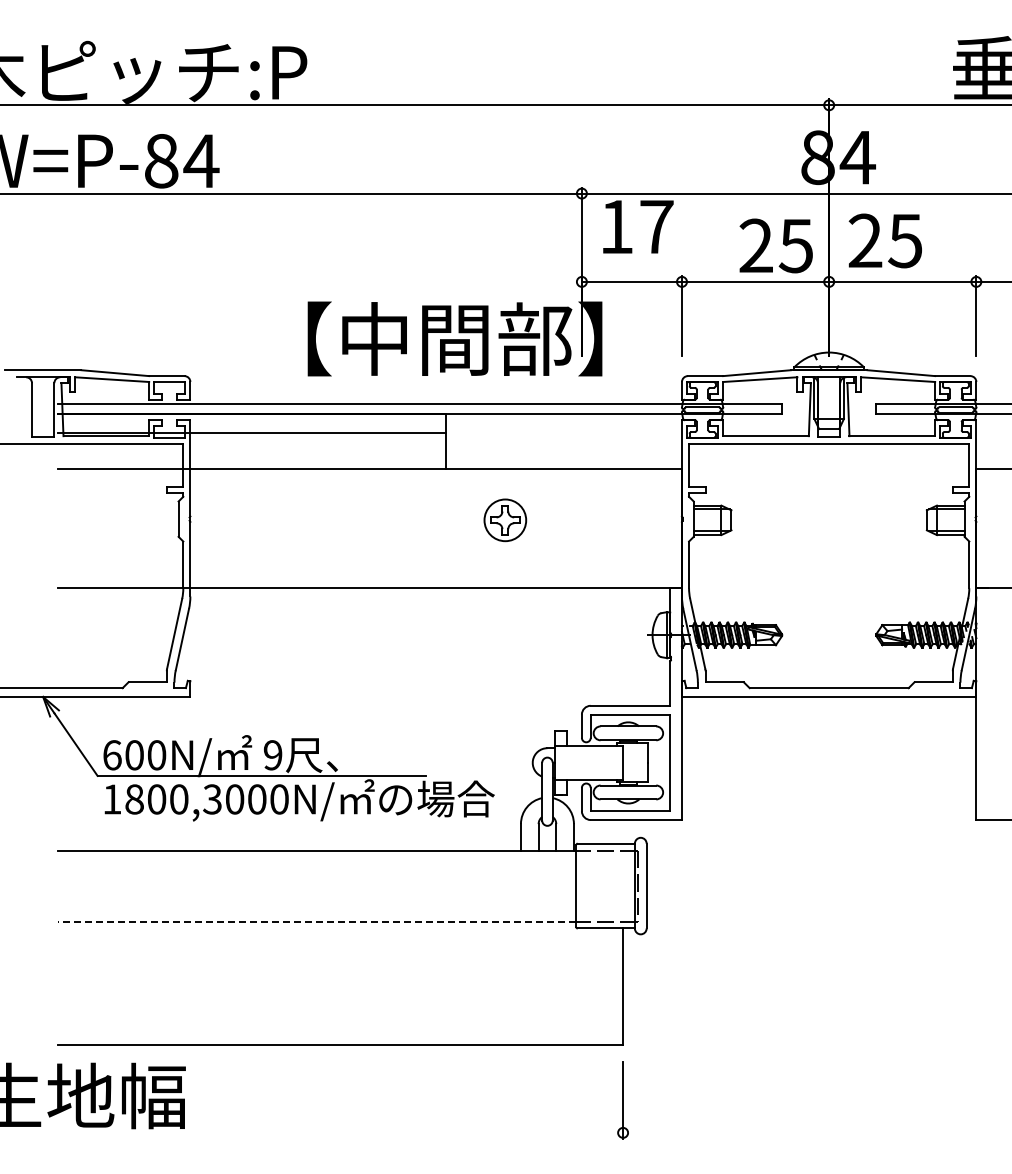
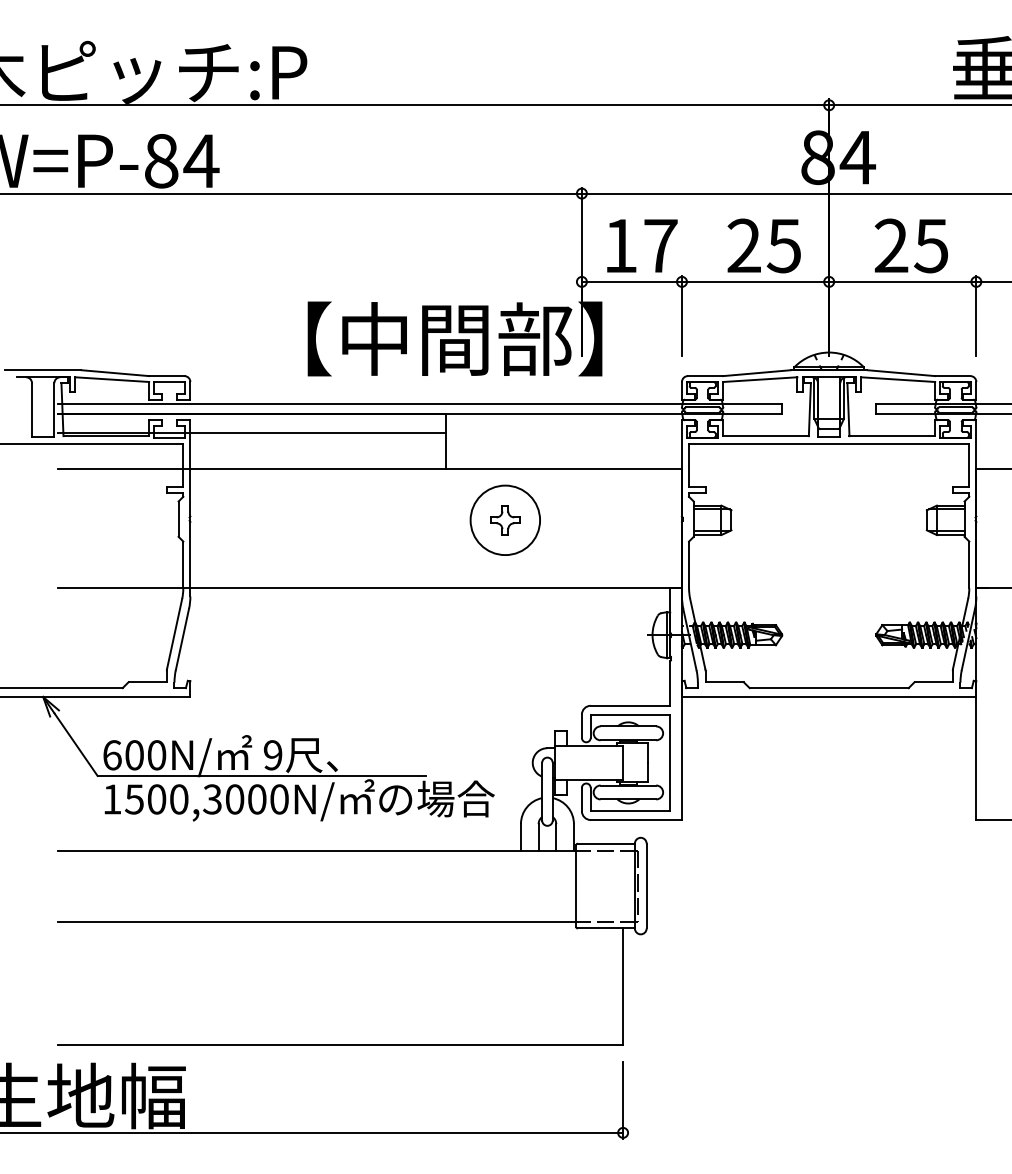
text at (638, 226) position: (638, 226) -> (642, 245)
text at (884, 240) position: (884, 240) -> (910, 245)
text at (775, 245) position: (775, 245) -> (763, 245)
circle at (505, 520) diameter: 42 px -> 69 px
text at (133, 799): 1800,3000N/ -> 1500,3000N/
line at (316, 921): dashed -> solid
line at (312, 1132): none -> present
